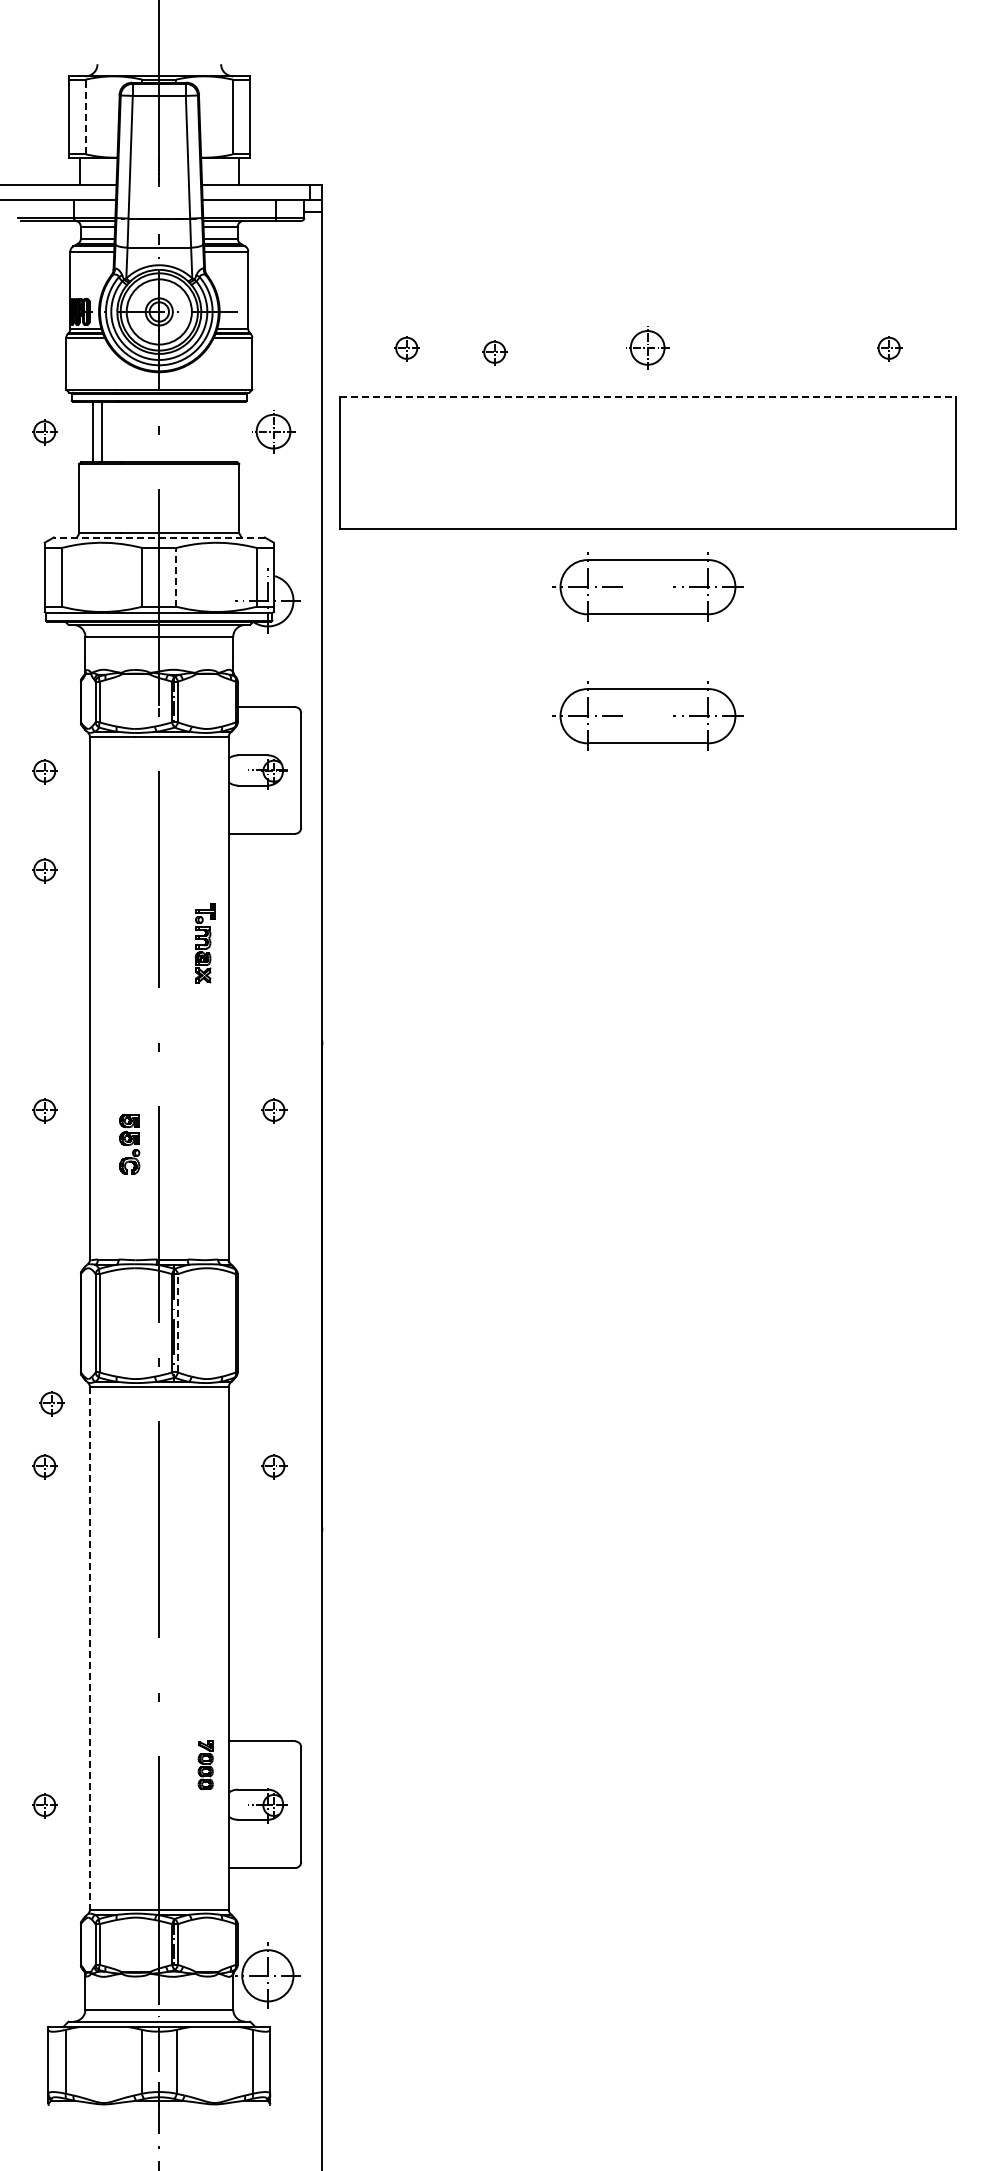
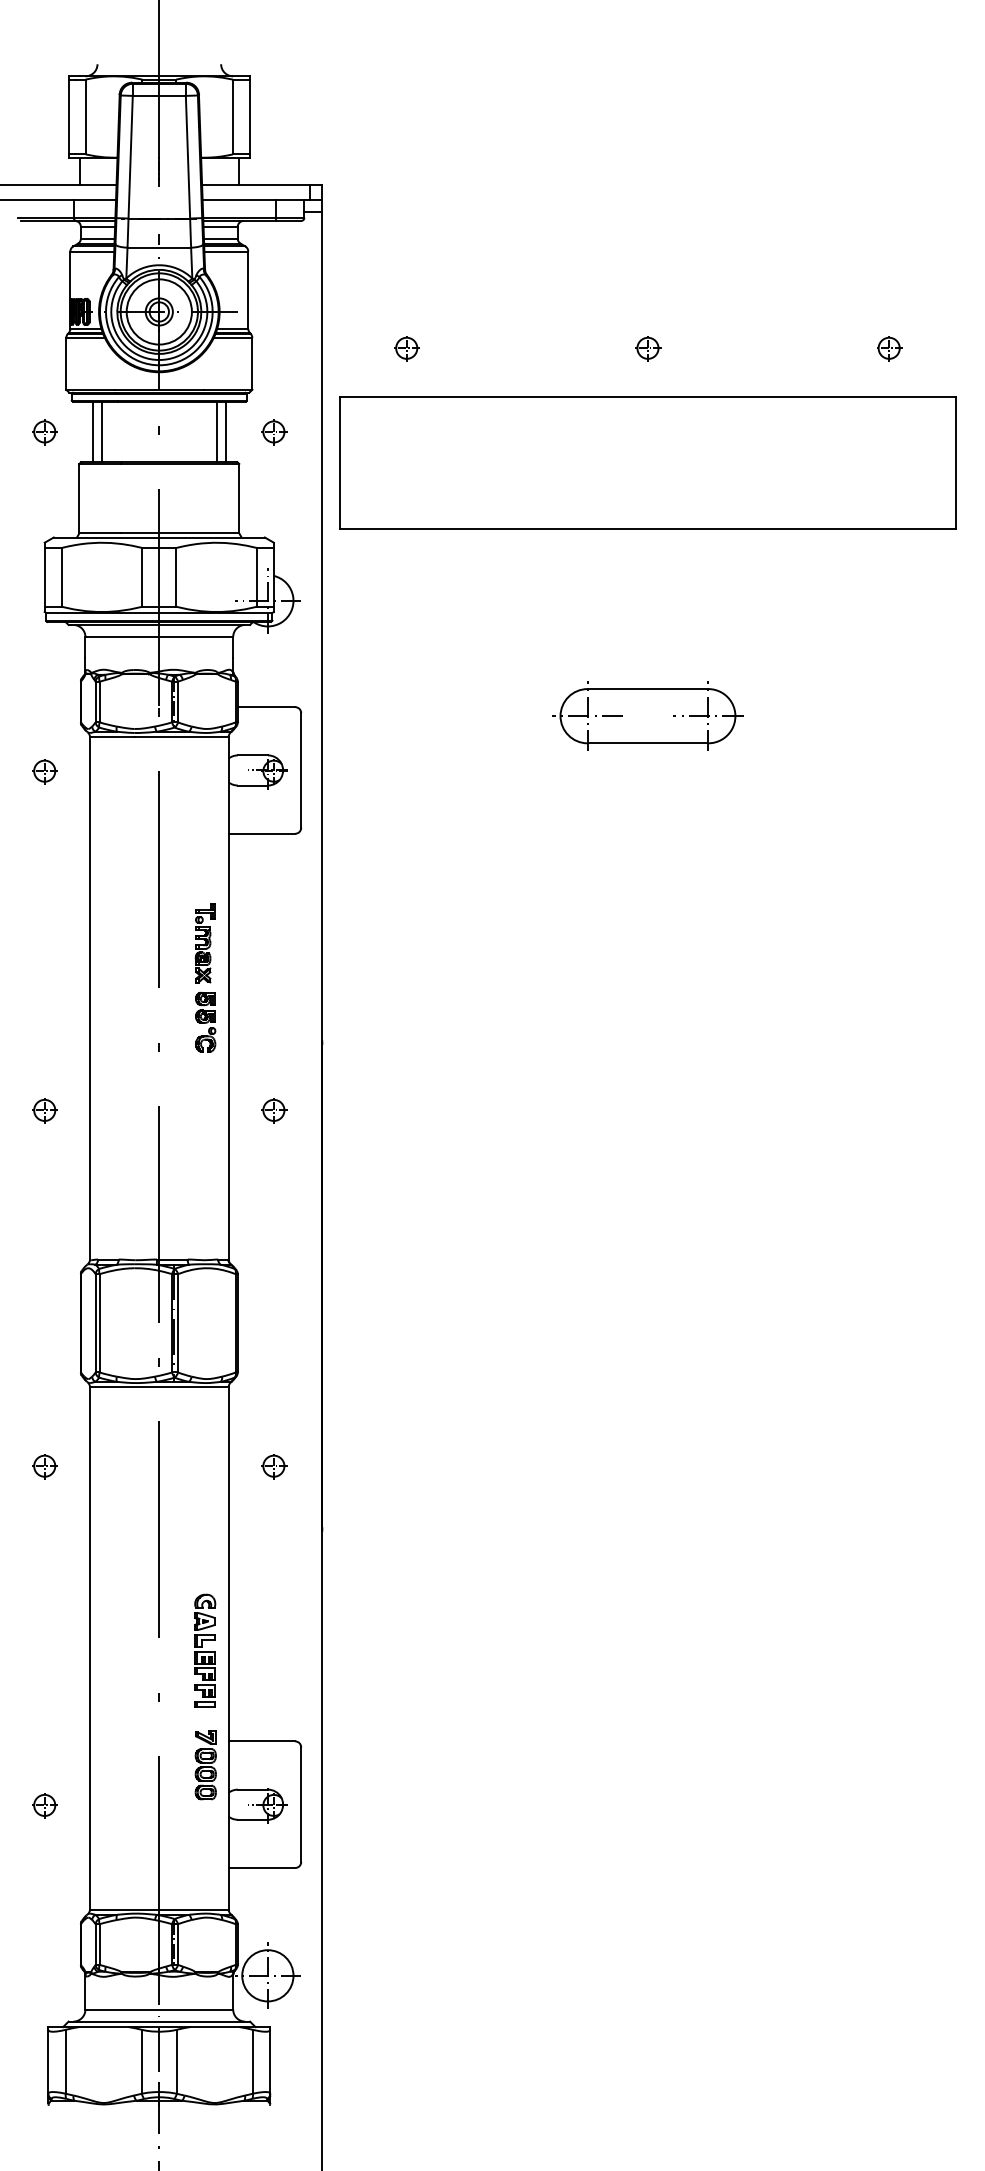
line at (85, 116): dashed -> solid
part at (647, 347) size: 44x44 px -> 27x26 px
part at (494, 352): present -> none
line at (647, 396): dashed -> solid
line at (216, 431): none -> present
line at (225, 431): none -> present
part at (273, 431) size: 44x44 px -> 27x27 px
line at (159, 537): dashed -> solid
line at (176, 576): dashed -> solid
part at (647, 586): present -> none
part at (44, 870): present -> none
part at (129, 1143) position: (129, 1143) -> (205, 1021)
line at (178, 1322): dashed -> solid
part at (51, 1403): present -> none
line at (89, 1648): dashed -> solid
part at (205, 1650): none -> present
part at (205, 1764) size: 17x50 px -> 23x71 px
